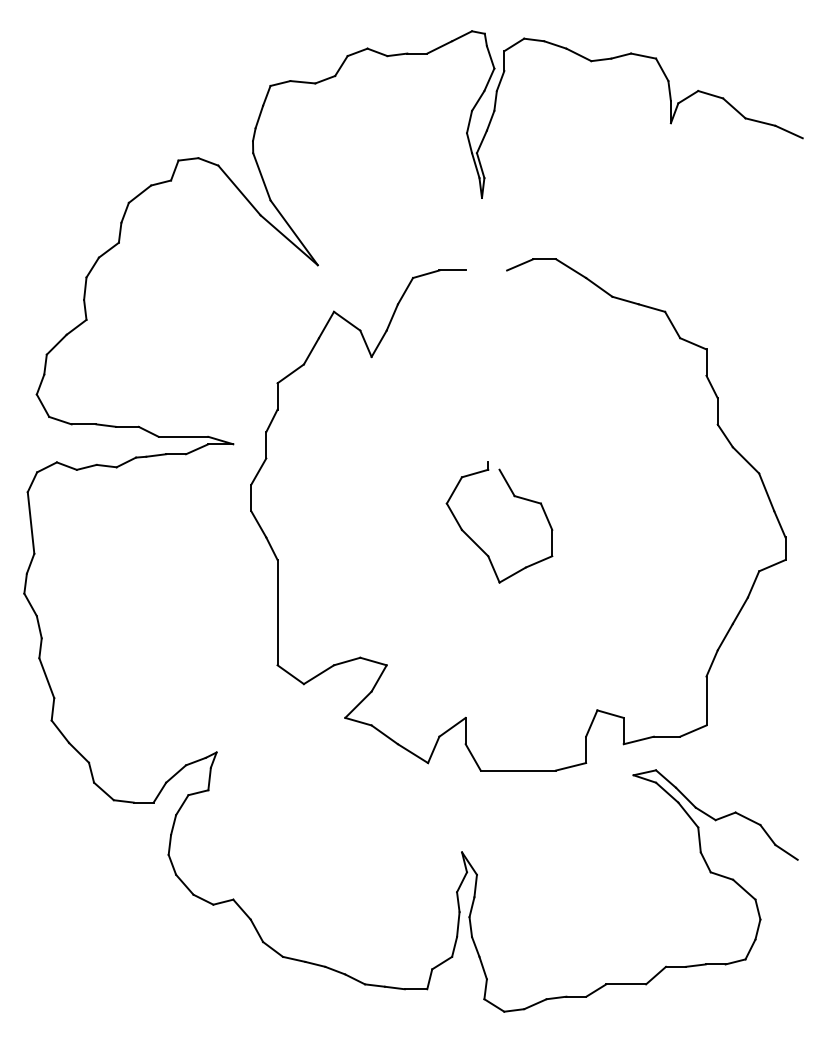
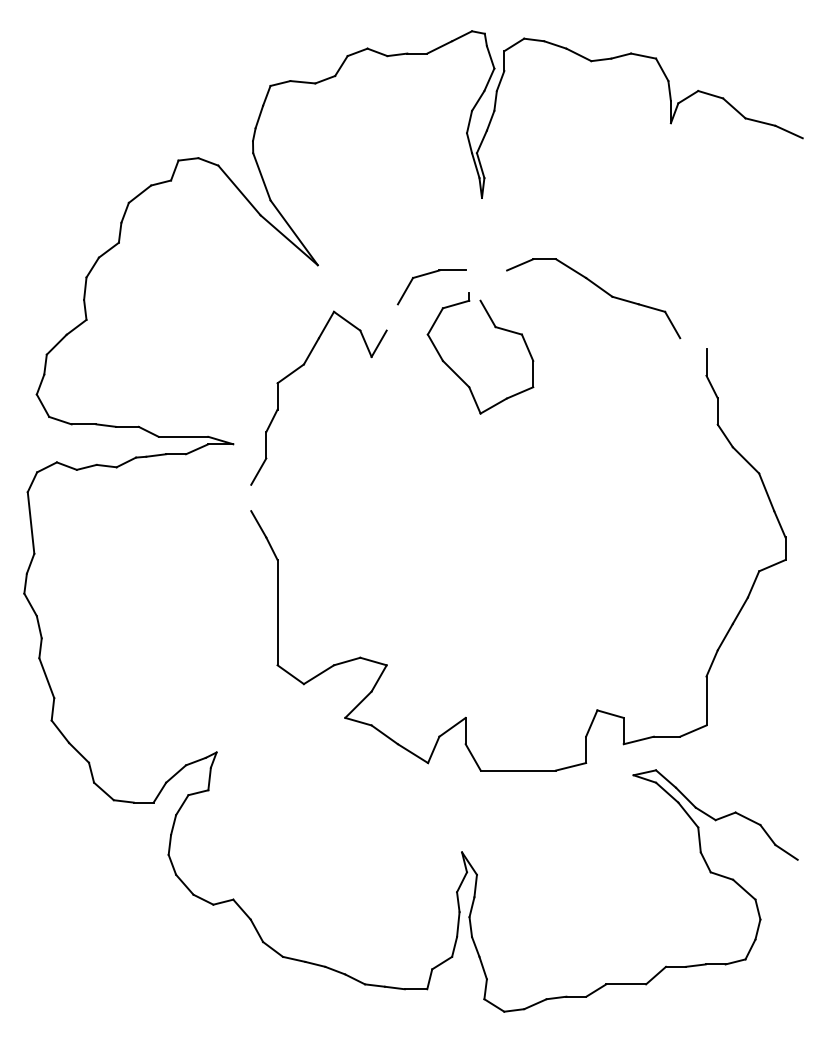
line at (391, 317): present -> none
line at (693, 343): present -> none
line at (251, 497): present -> none
part at (514, 497) position: (514, 497) -> (495, 328)
